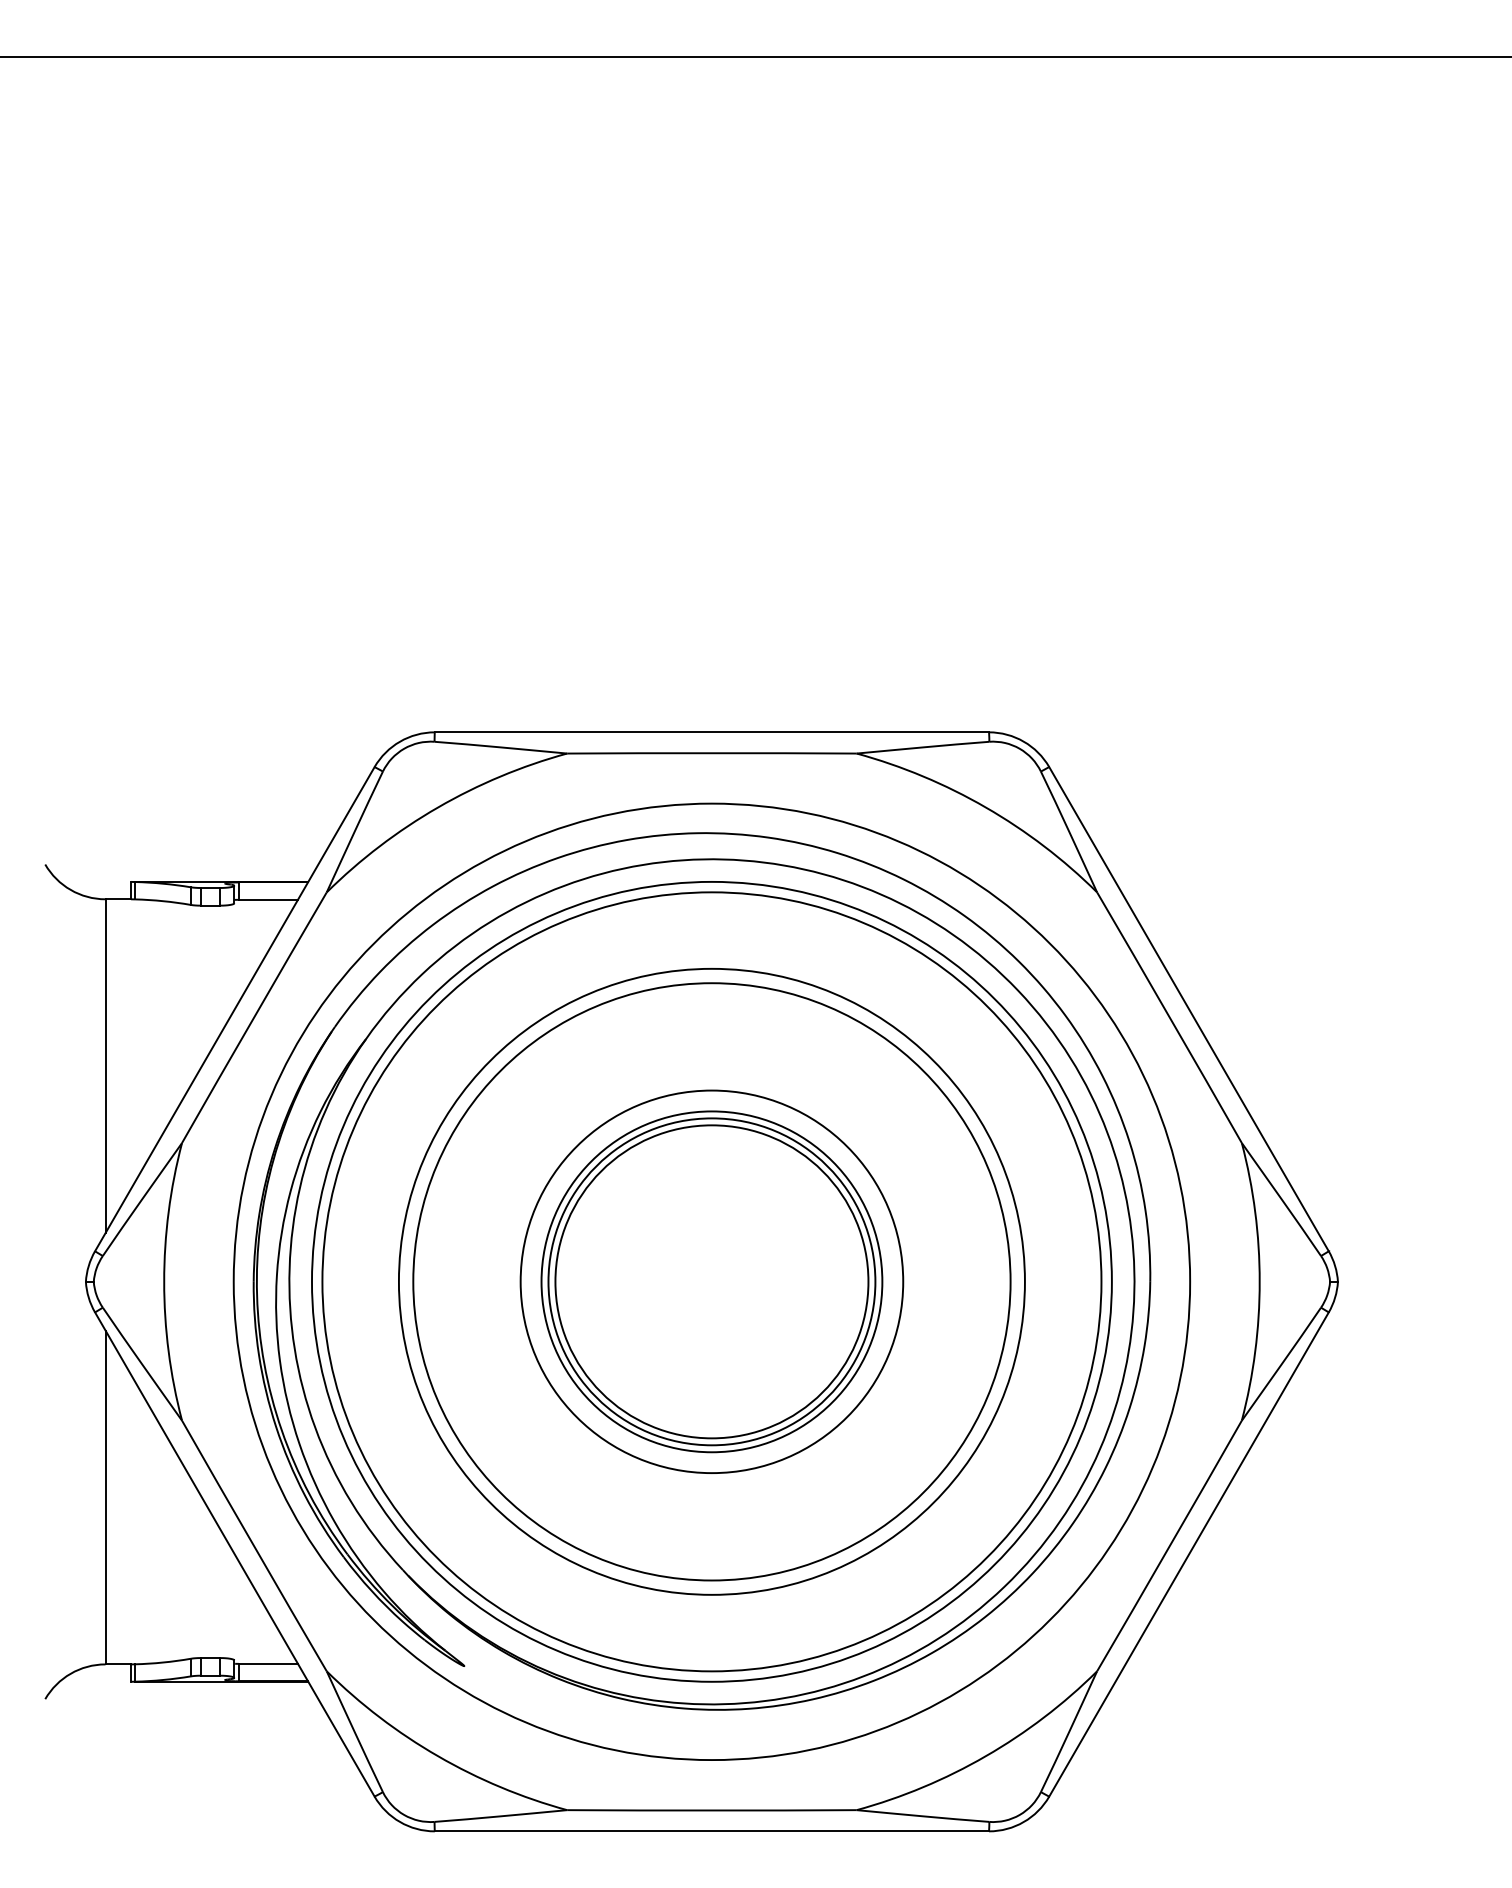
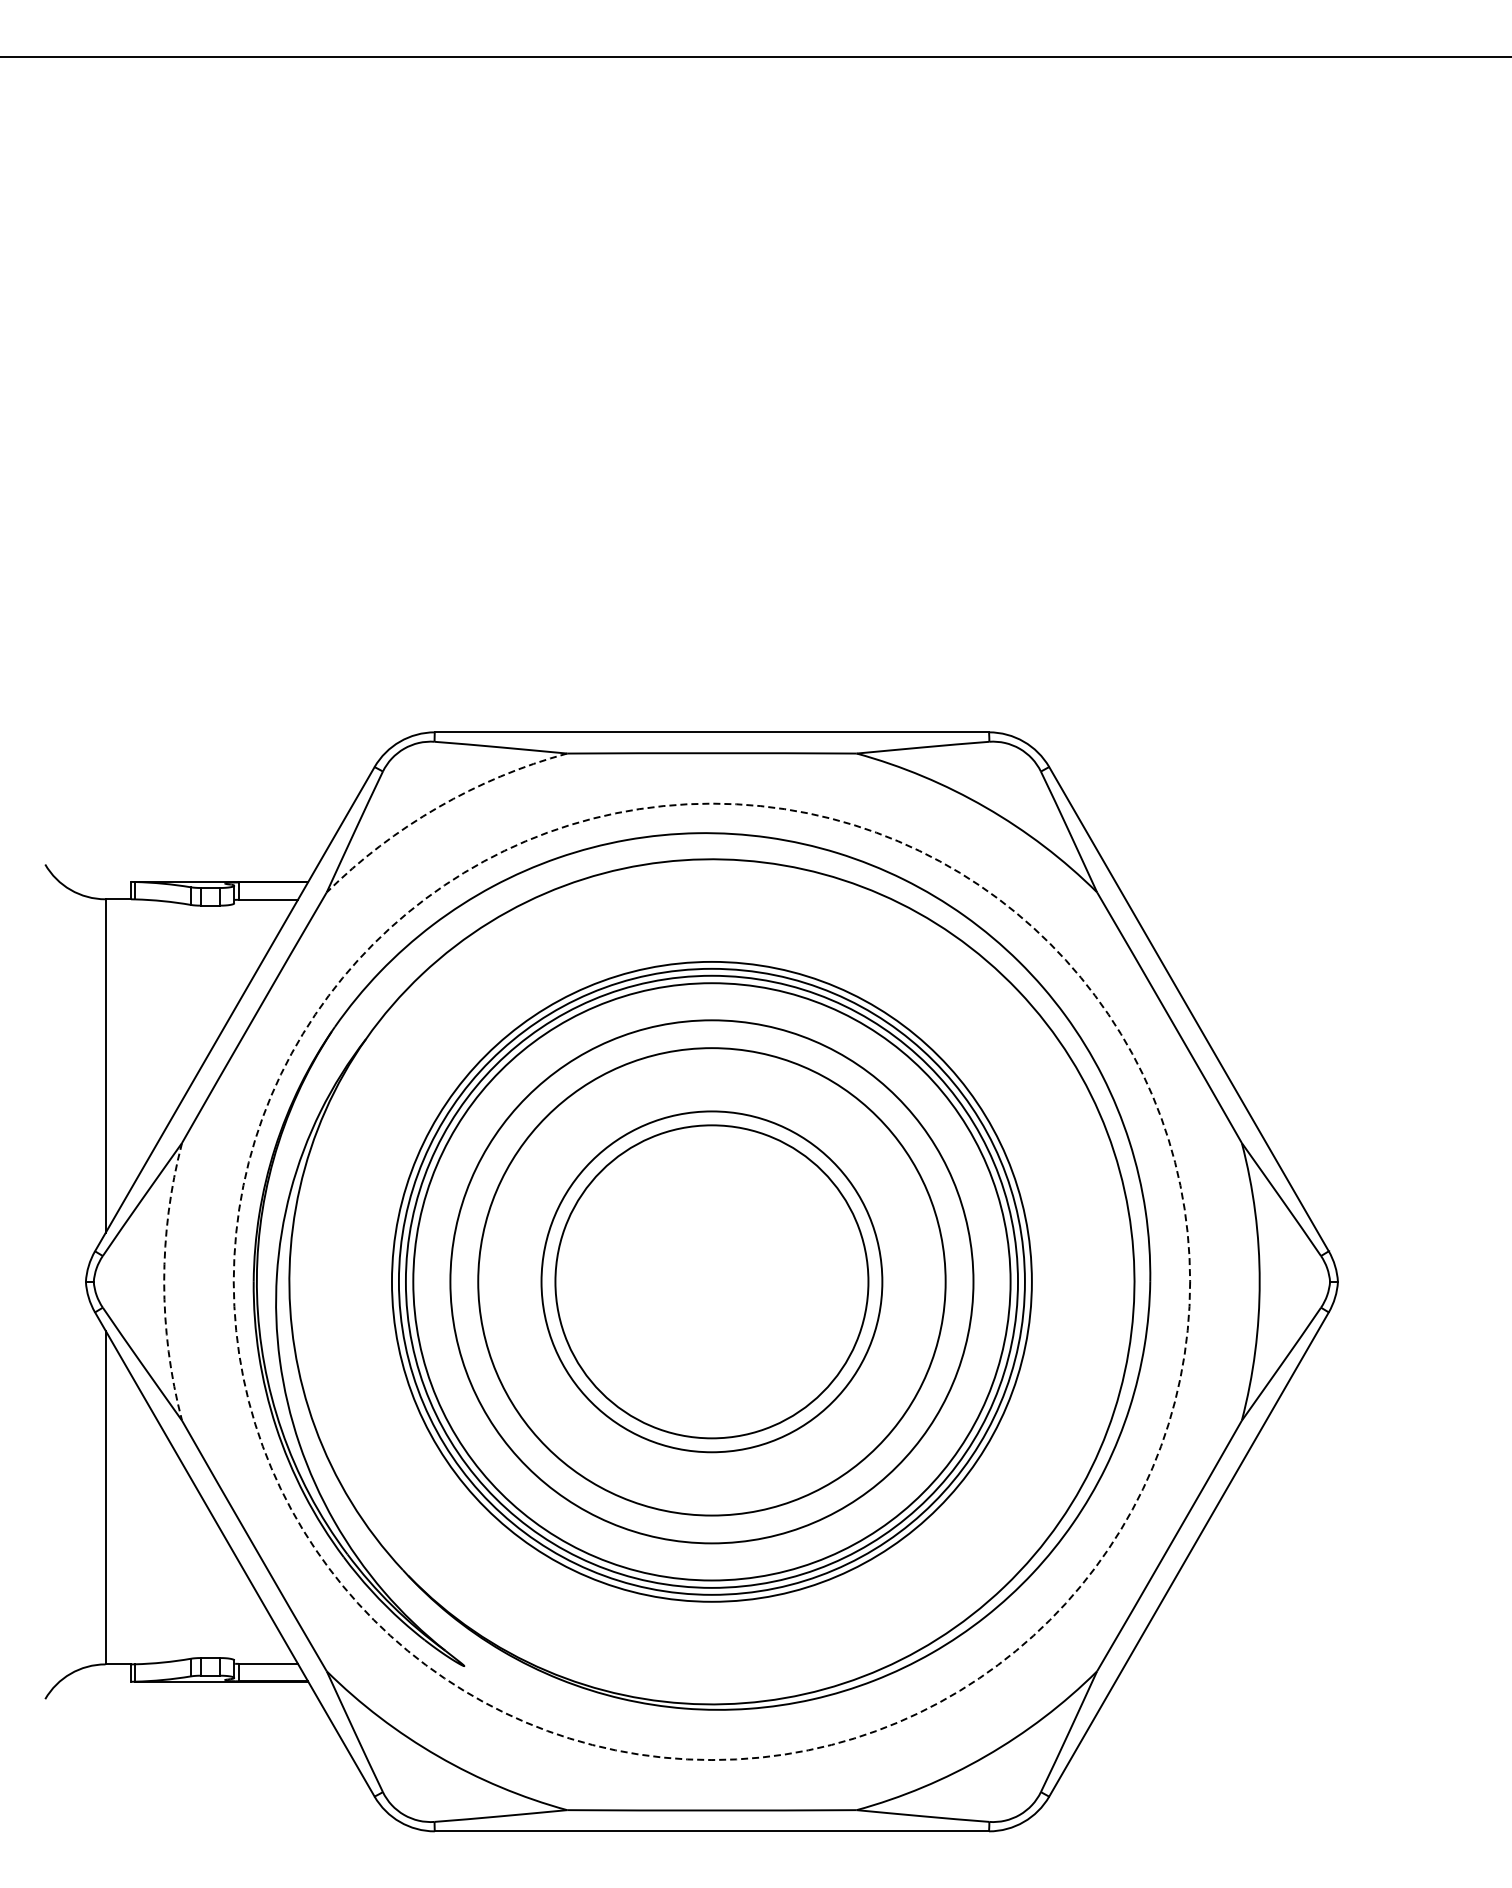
arc at (438, 807): solid -> dashed
arc at (164, 1281): solid -> dashed
circle at (711, 1281) diameter: 327 px -> 523 px
circle at (711, 1281) diameter: 383 px -> 612 px
circle at (711, 1281) diameter: 779 px -> 467 px
circle at (711, 1281) diameter: 800 px -> 640 px
circle at (711, 1281): solid -> dashed
